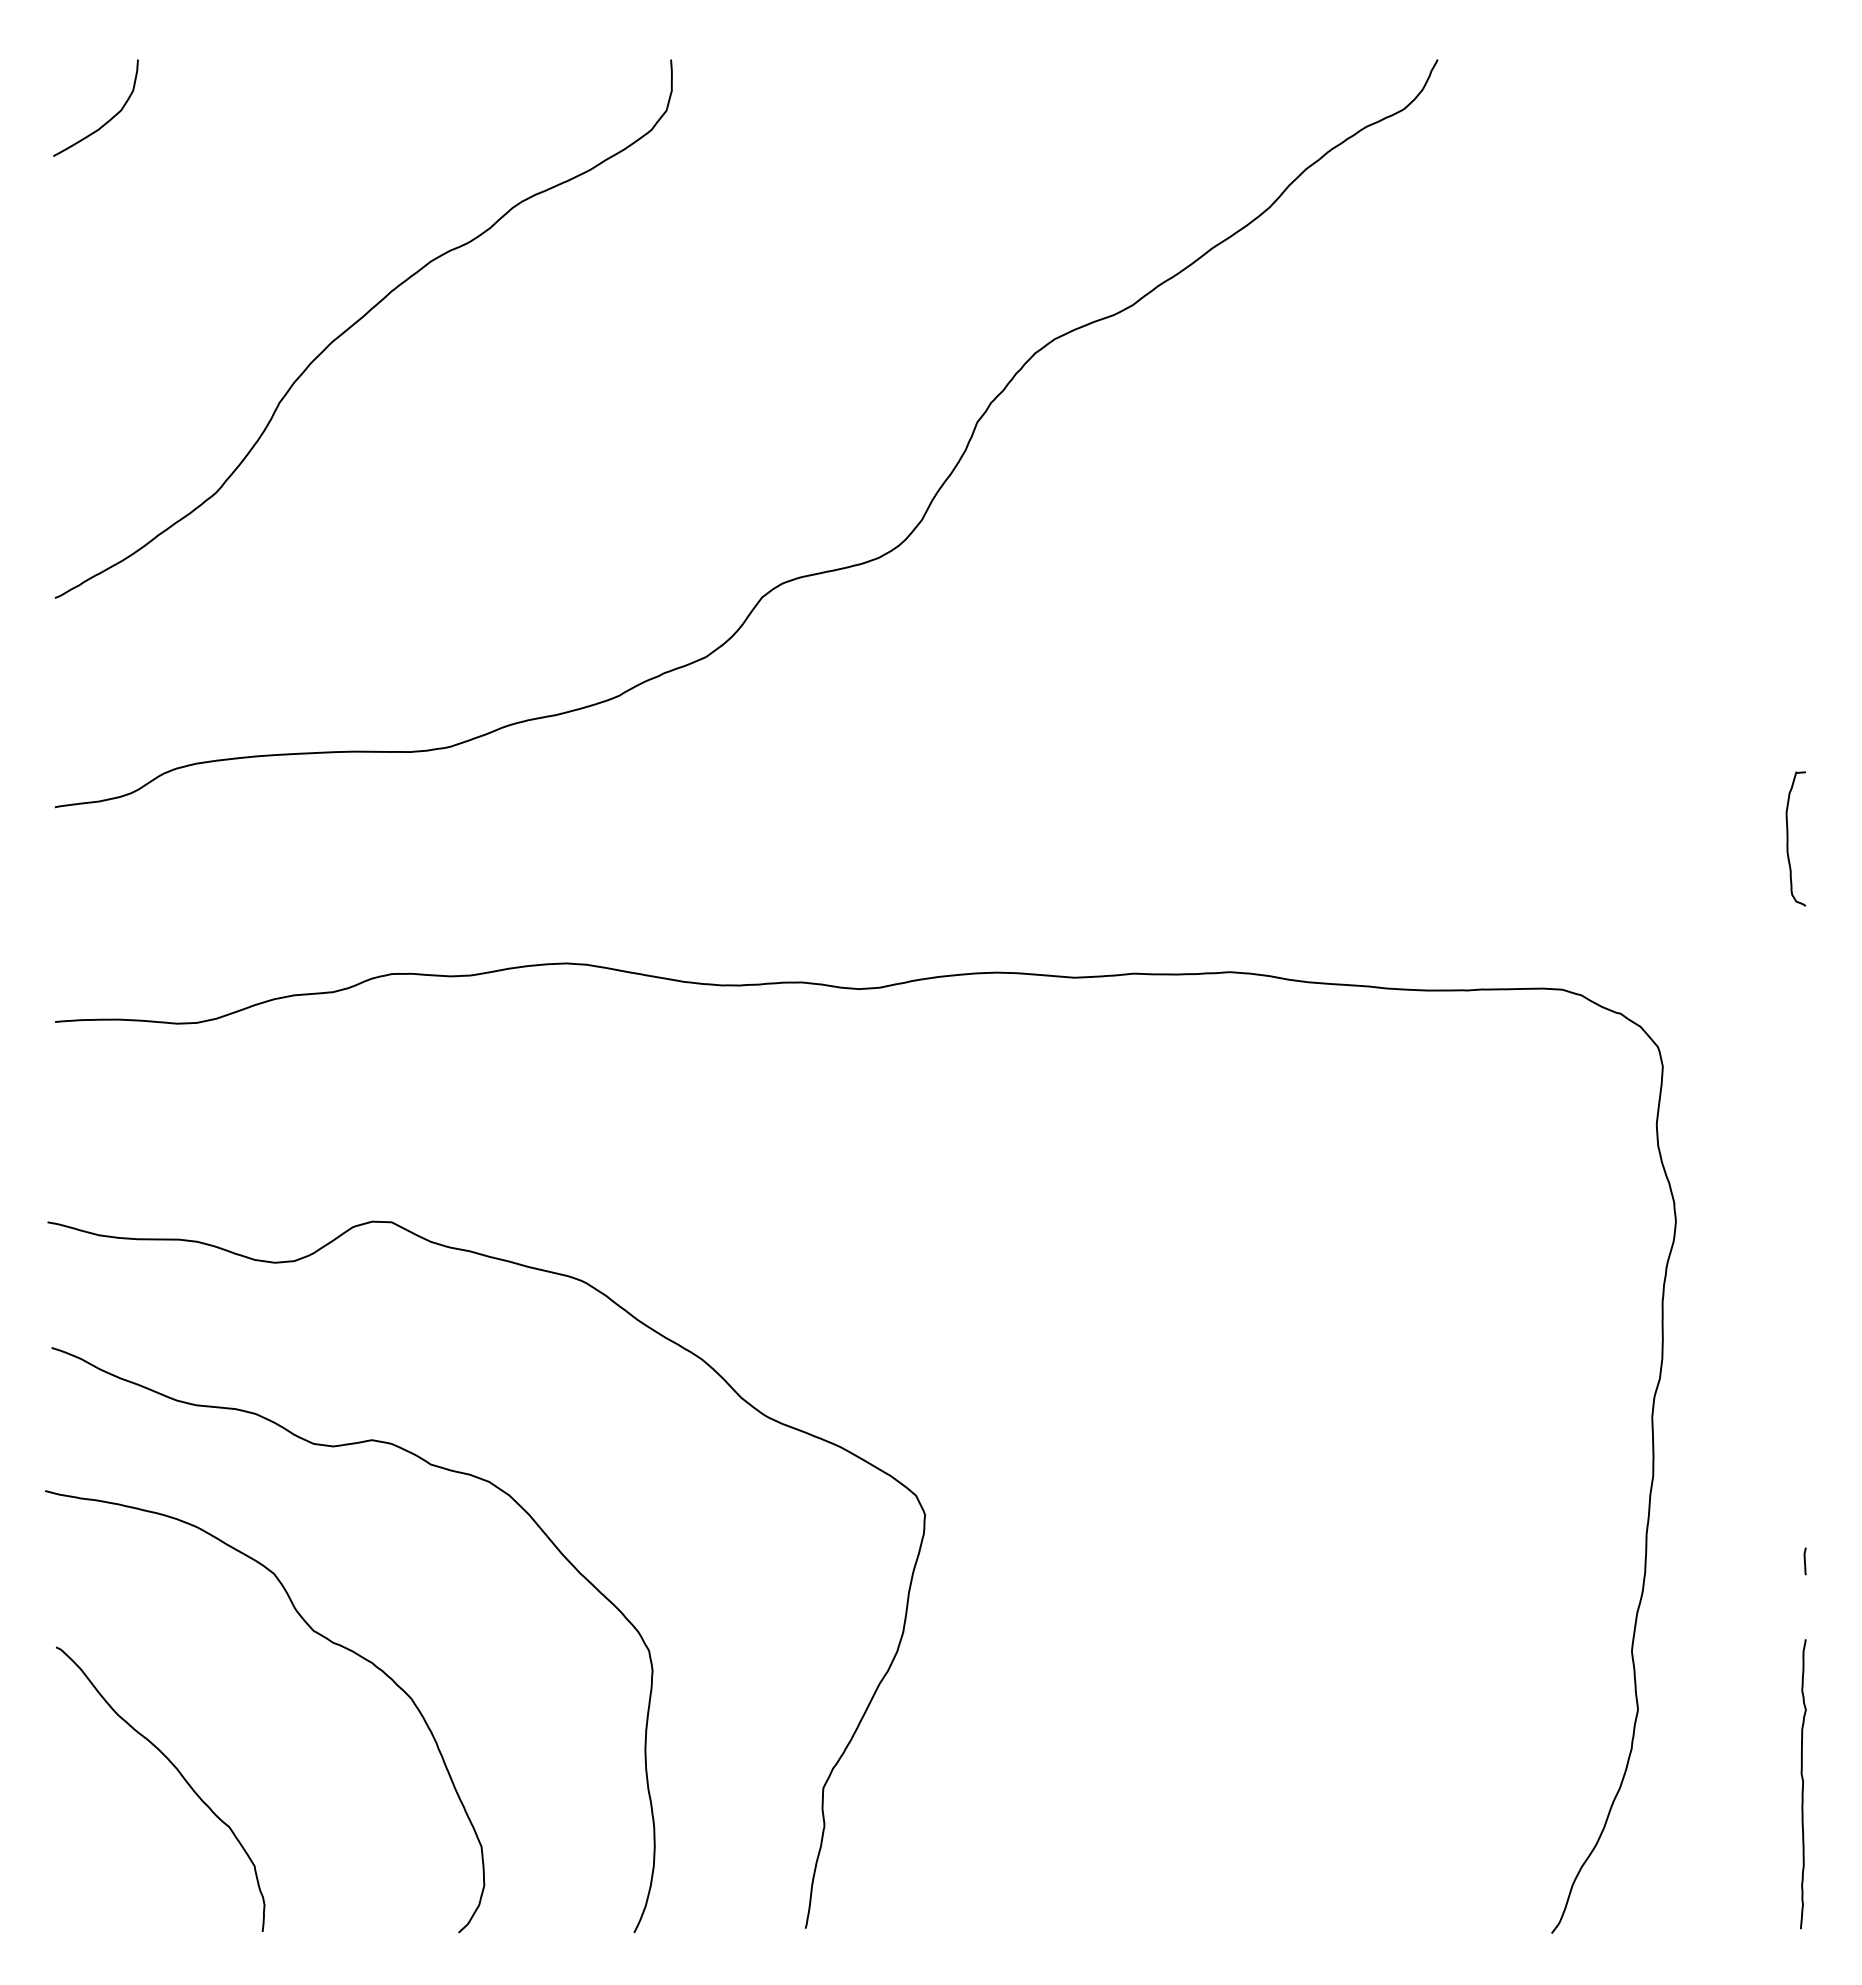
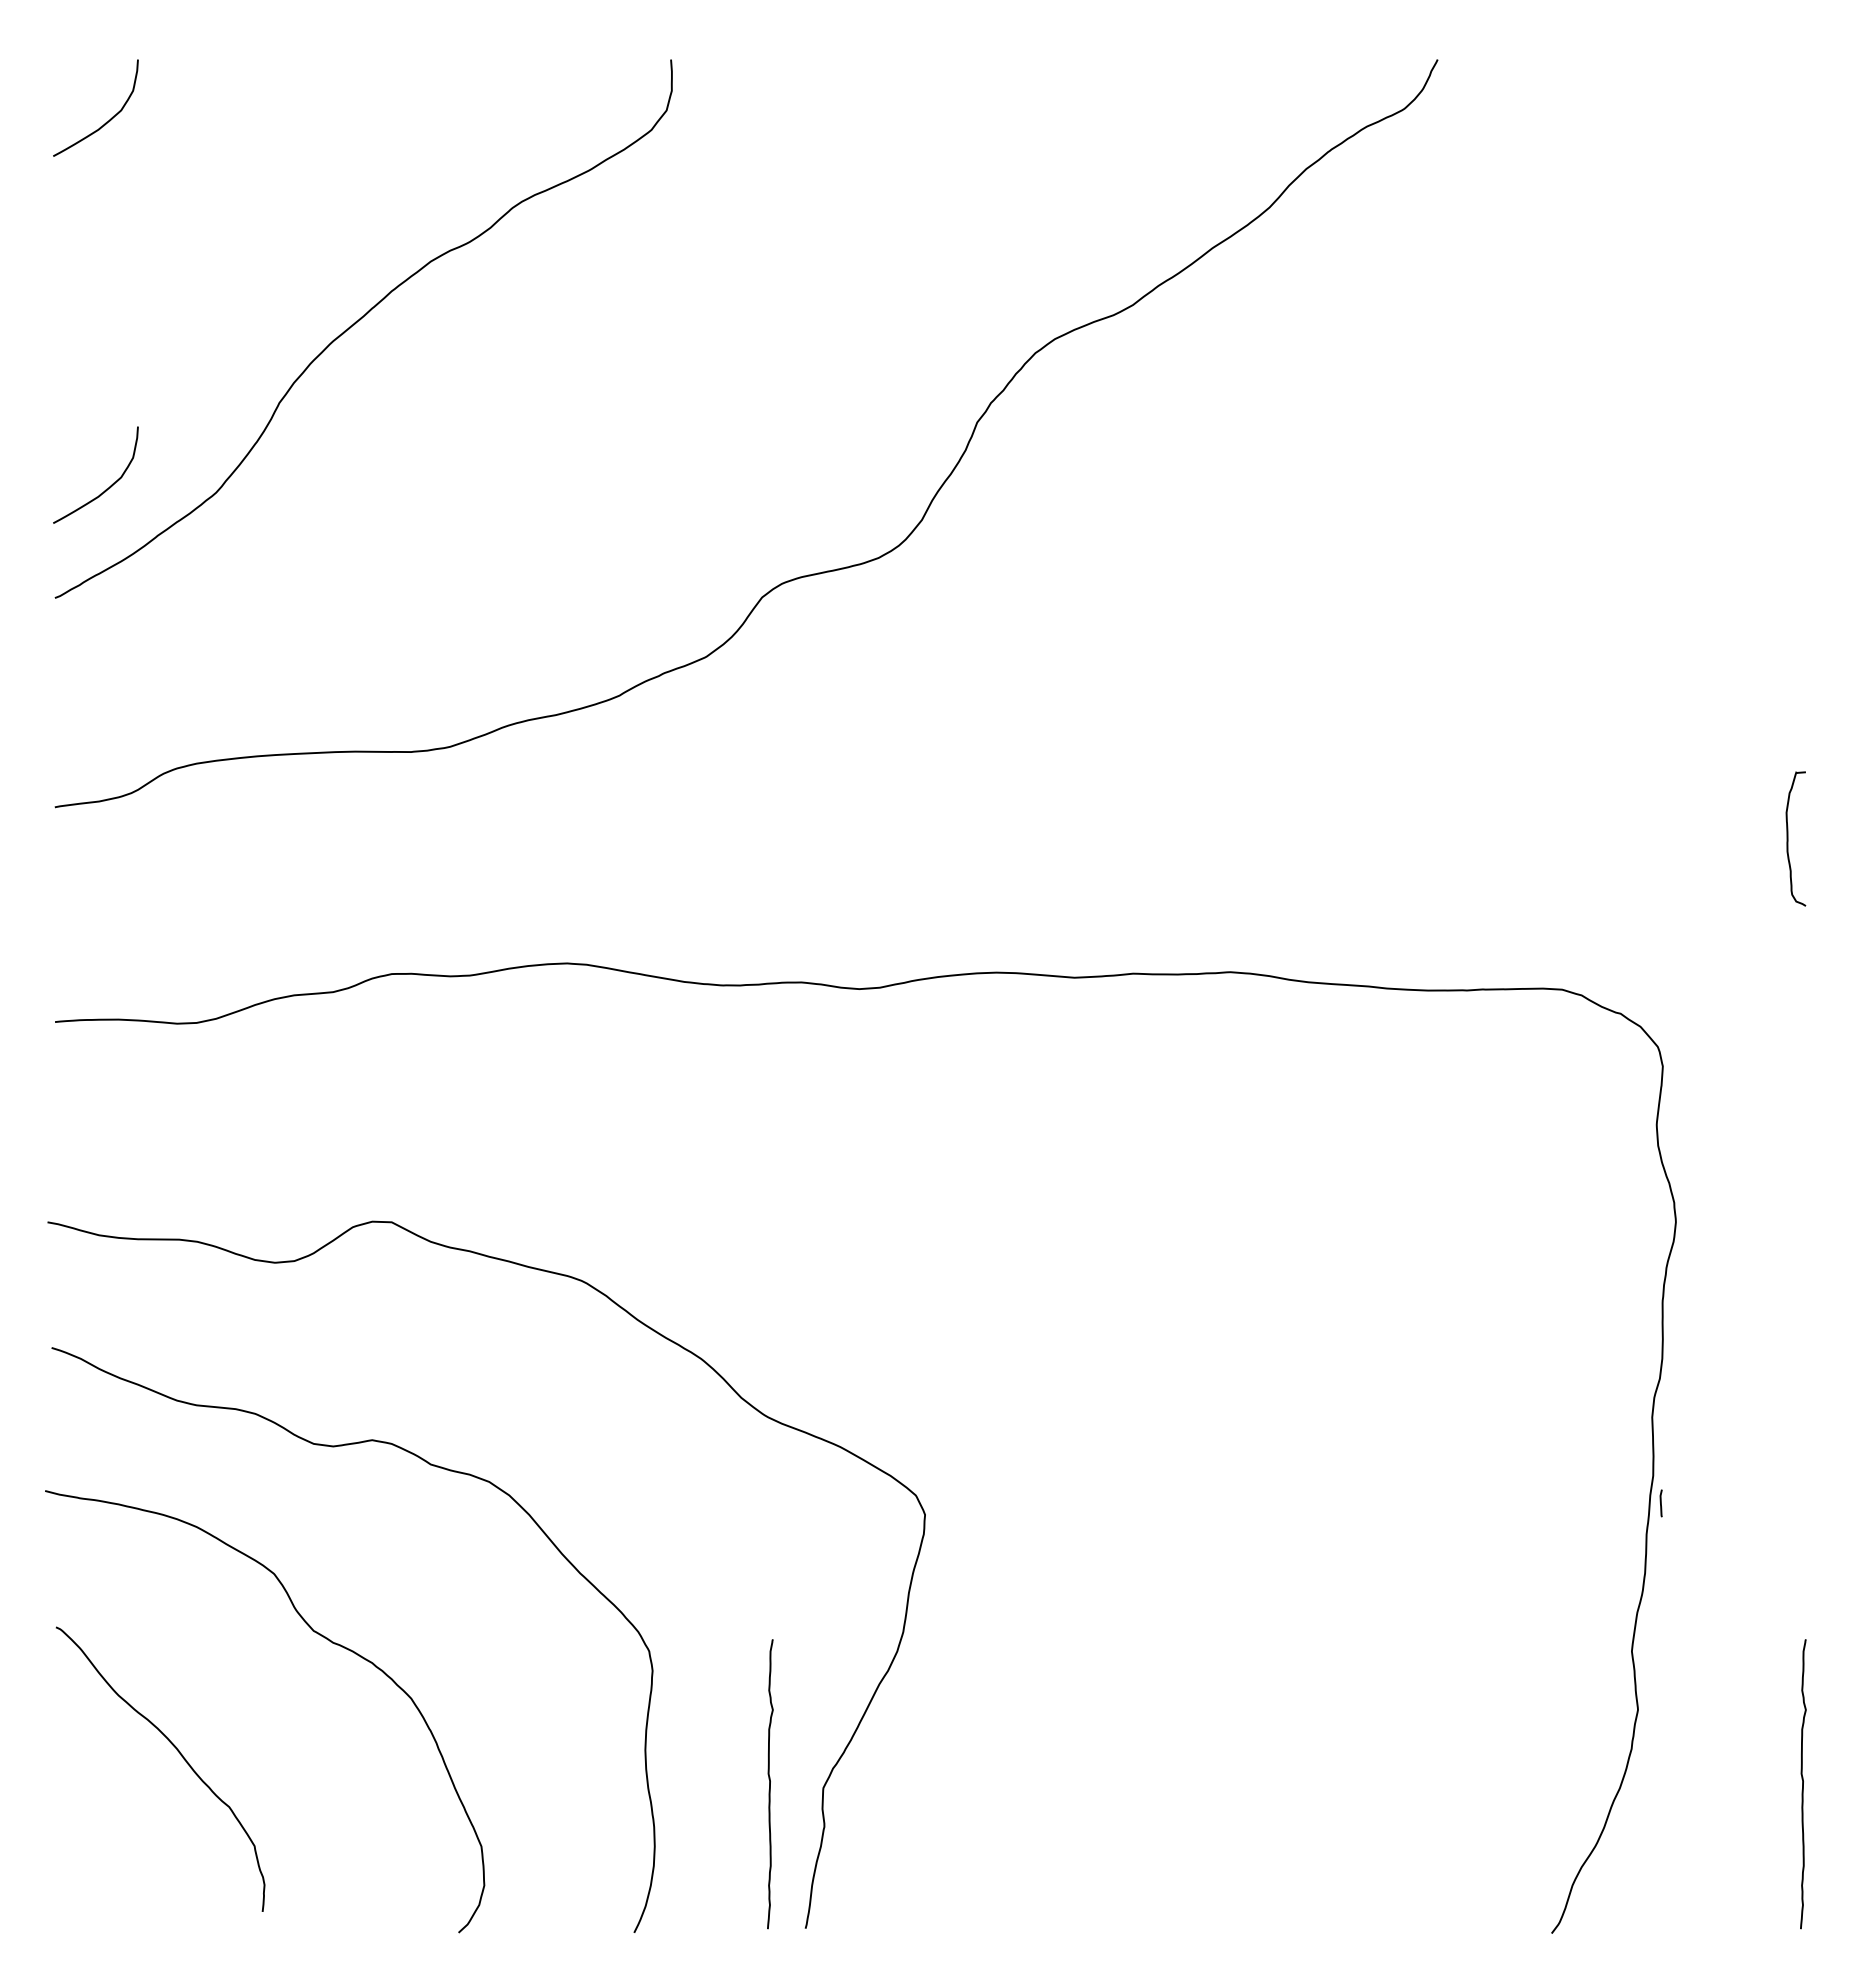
curve at (106, 488): none -> present
line at (1804, 1561) position: (1804, 1561) -> (1660, 1503)
curve at (180, 1775) position: (180, 1775) -> (180, 1755)
curve at (770, 1784): none -> present
